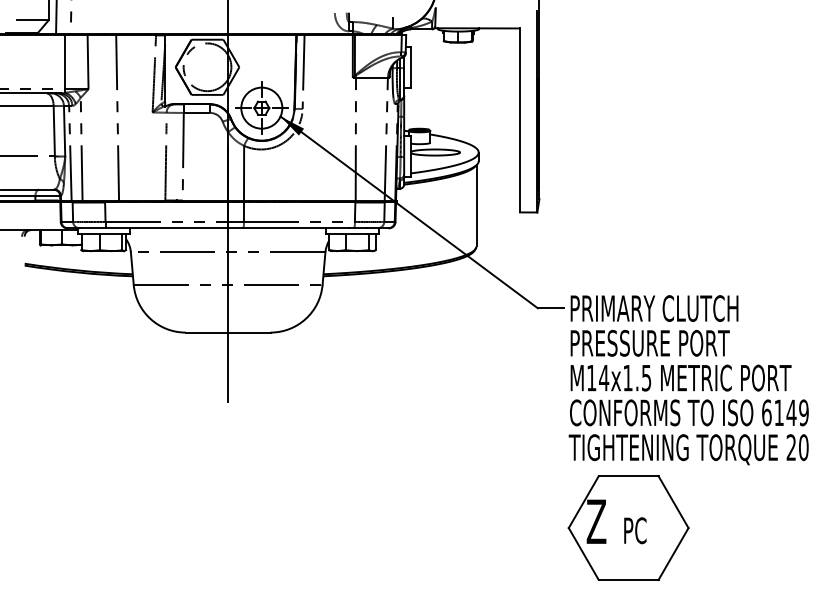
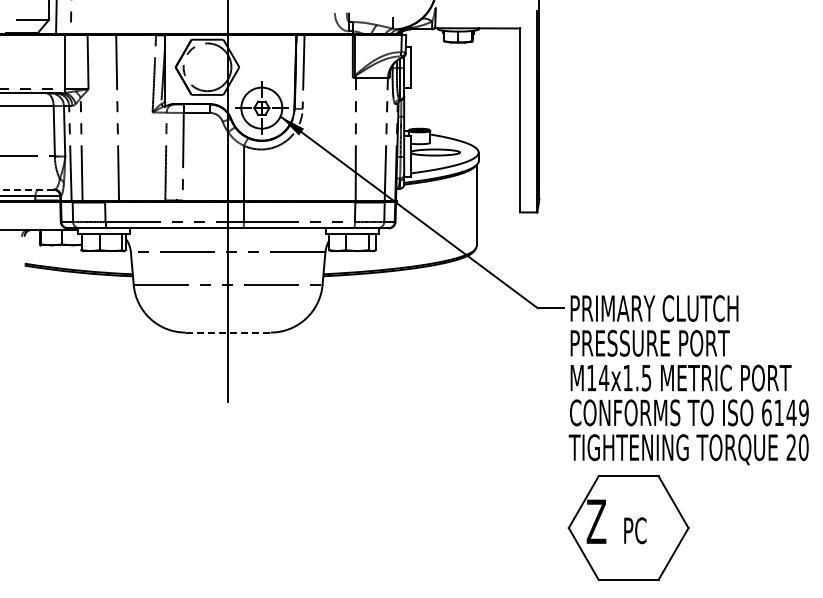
line at (27, 189): solid -> dashed
line at (228, 332): solid -> dashed
